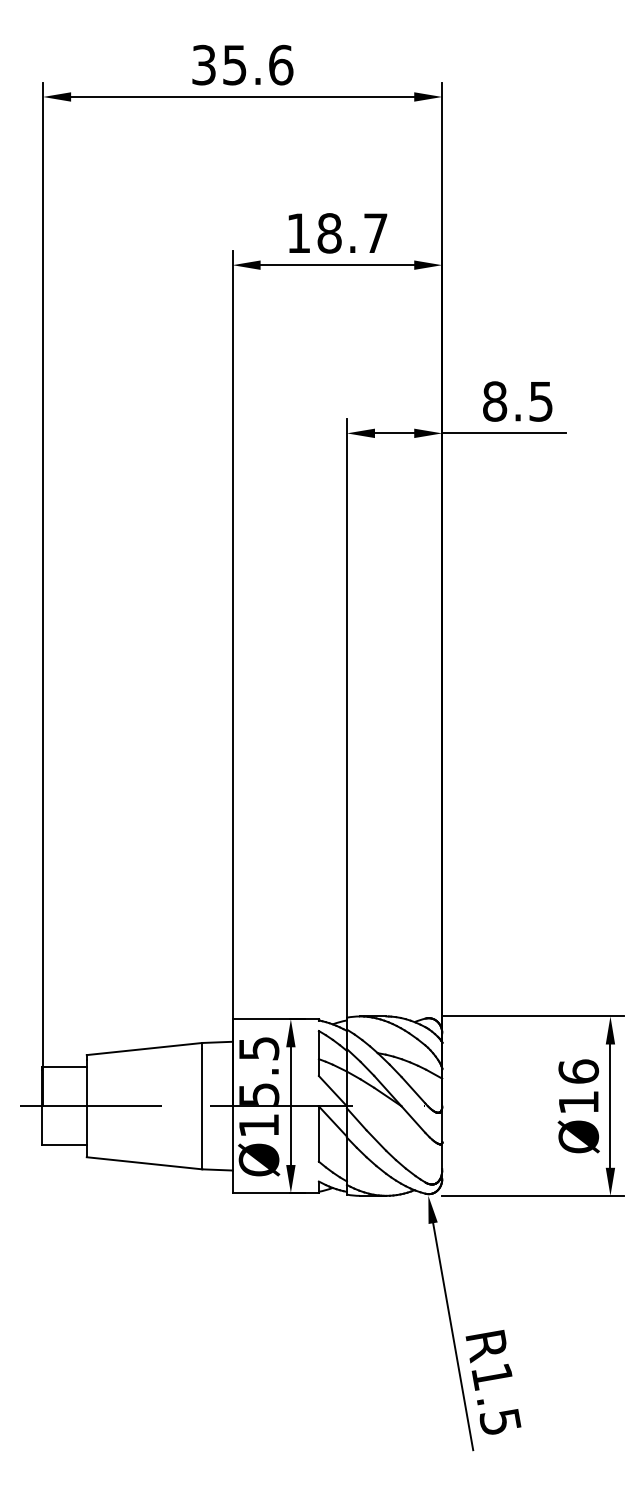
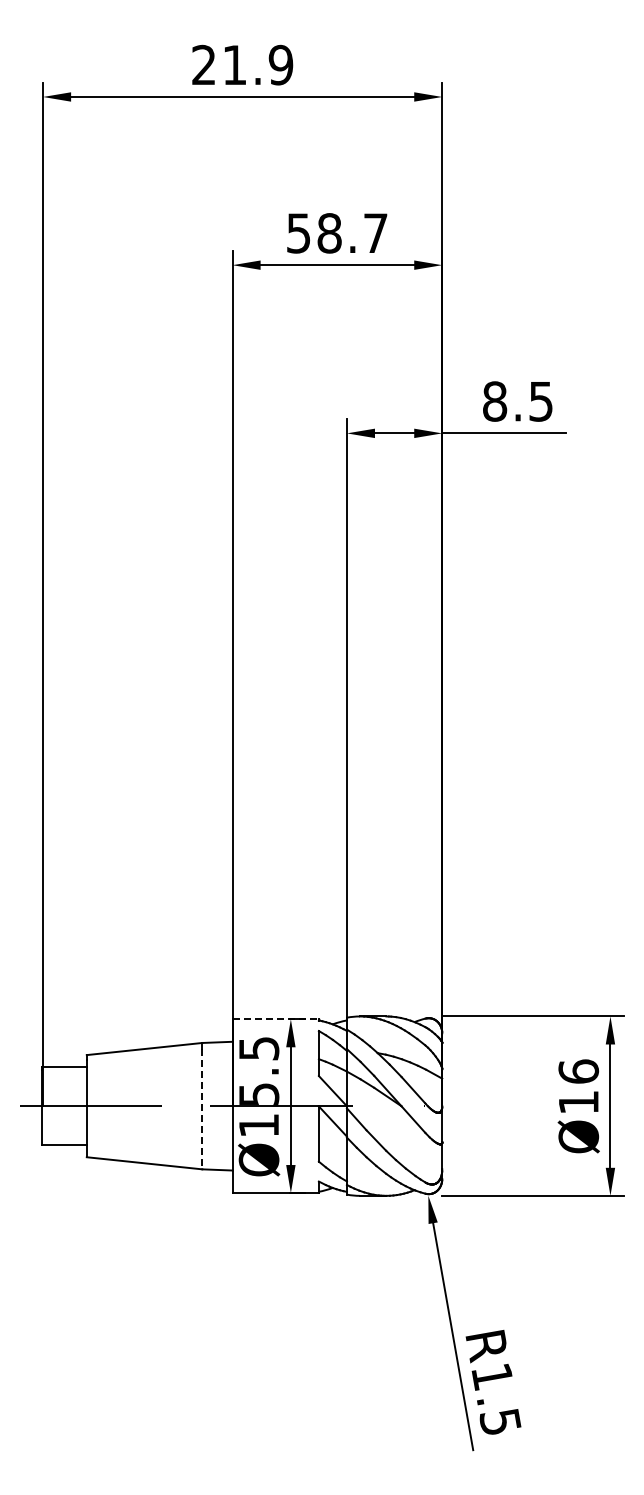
text at (242, 64): 35.6 -> 21.9
text at (298, 233): 18.7 -> 58.7
line at (276, 1019): solid -> dashed
line at (202, 1109): solid -> dashed
